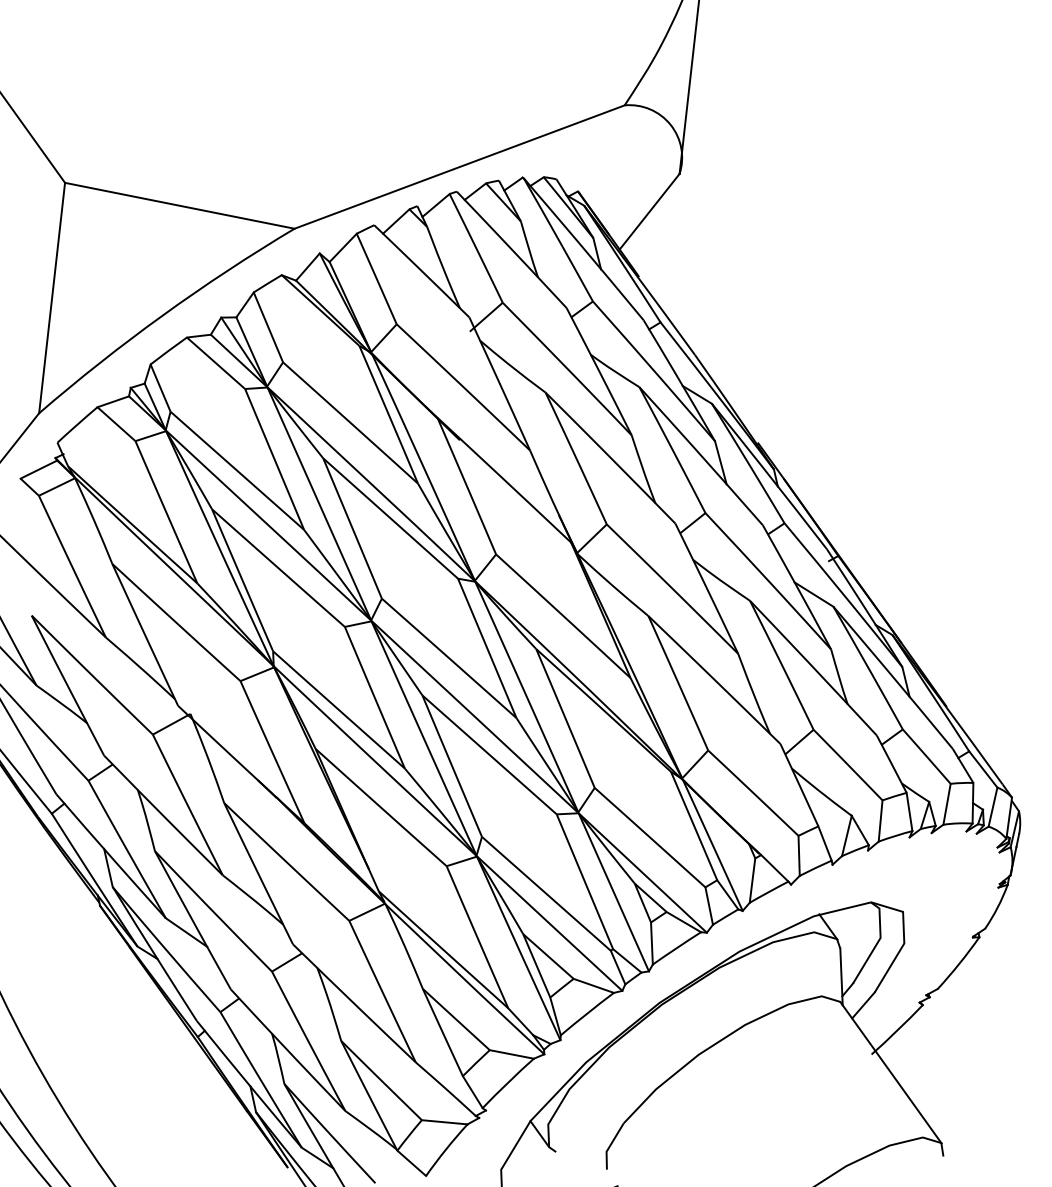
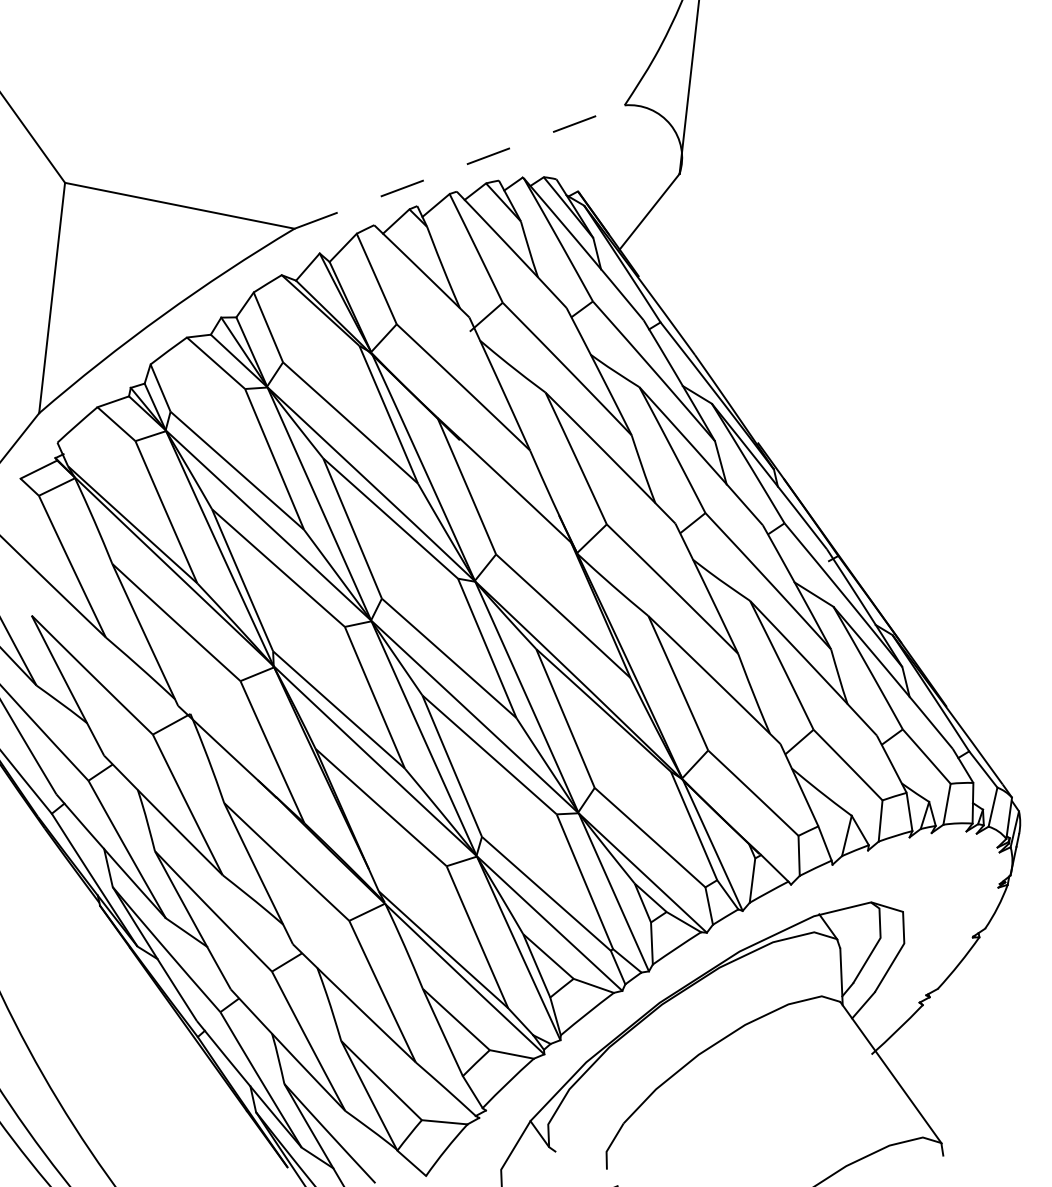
line at (460, 166): solid -> dashed
